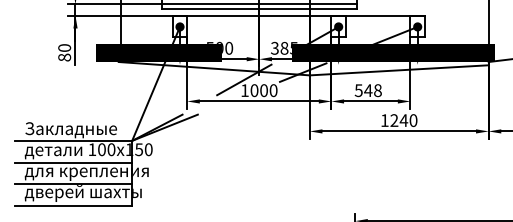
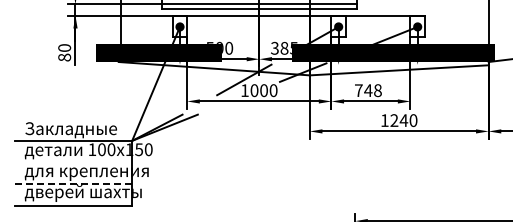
text at (358, 90): 548 -> 748
line at (73, 162): present -> none
line at (74, 184): solid -> dashed
